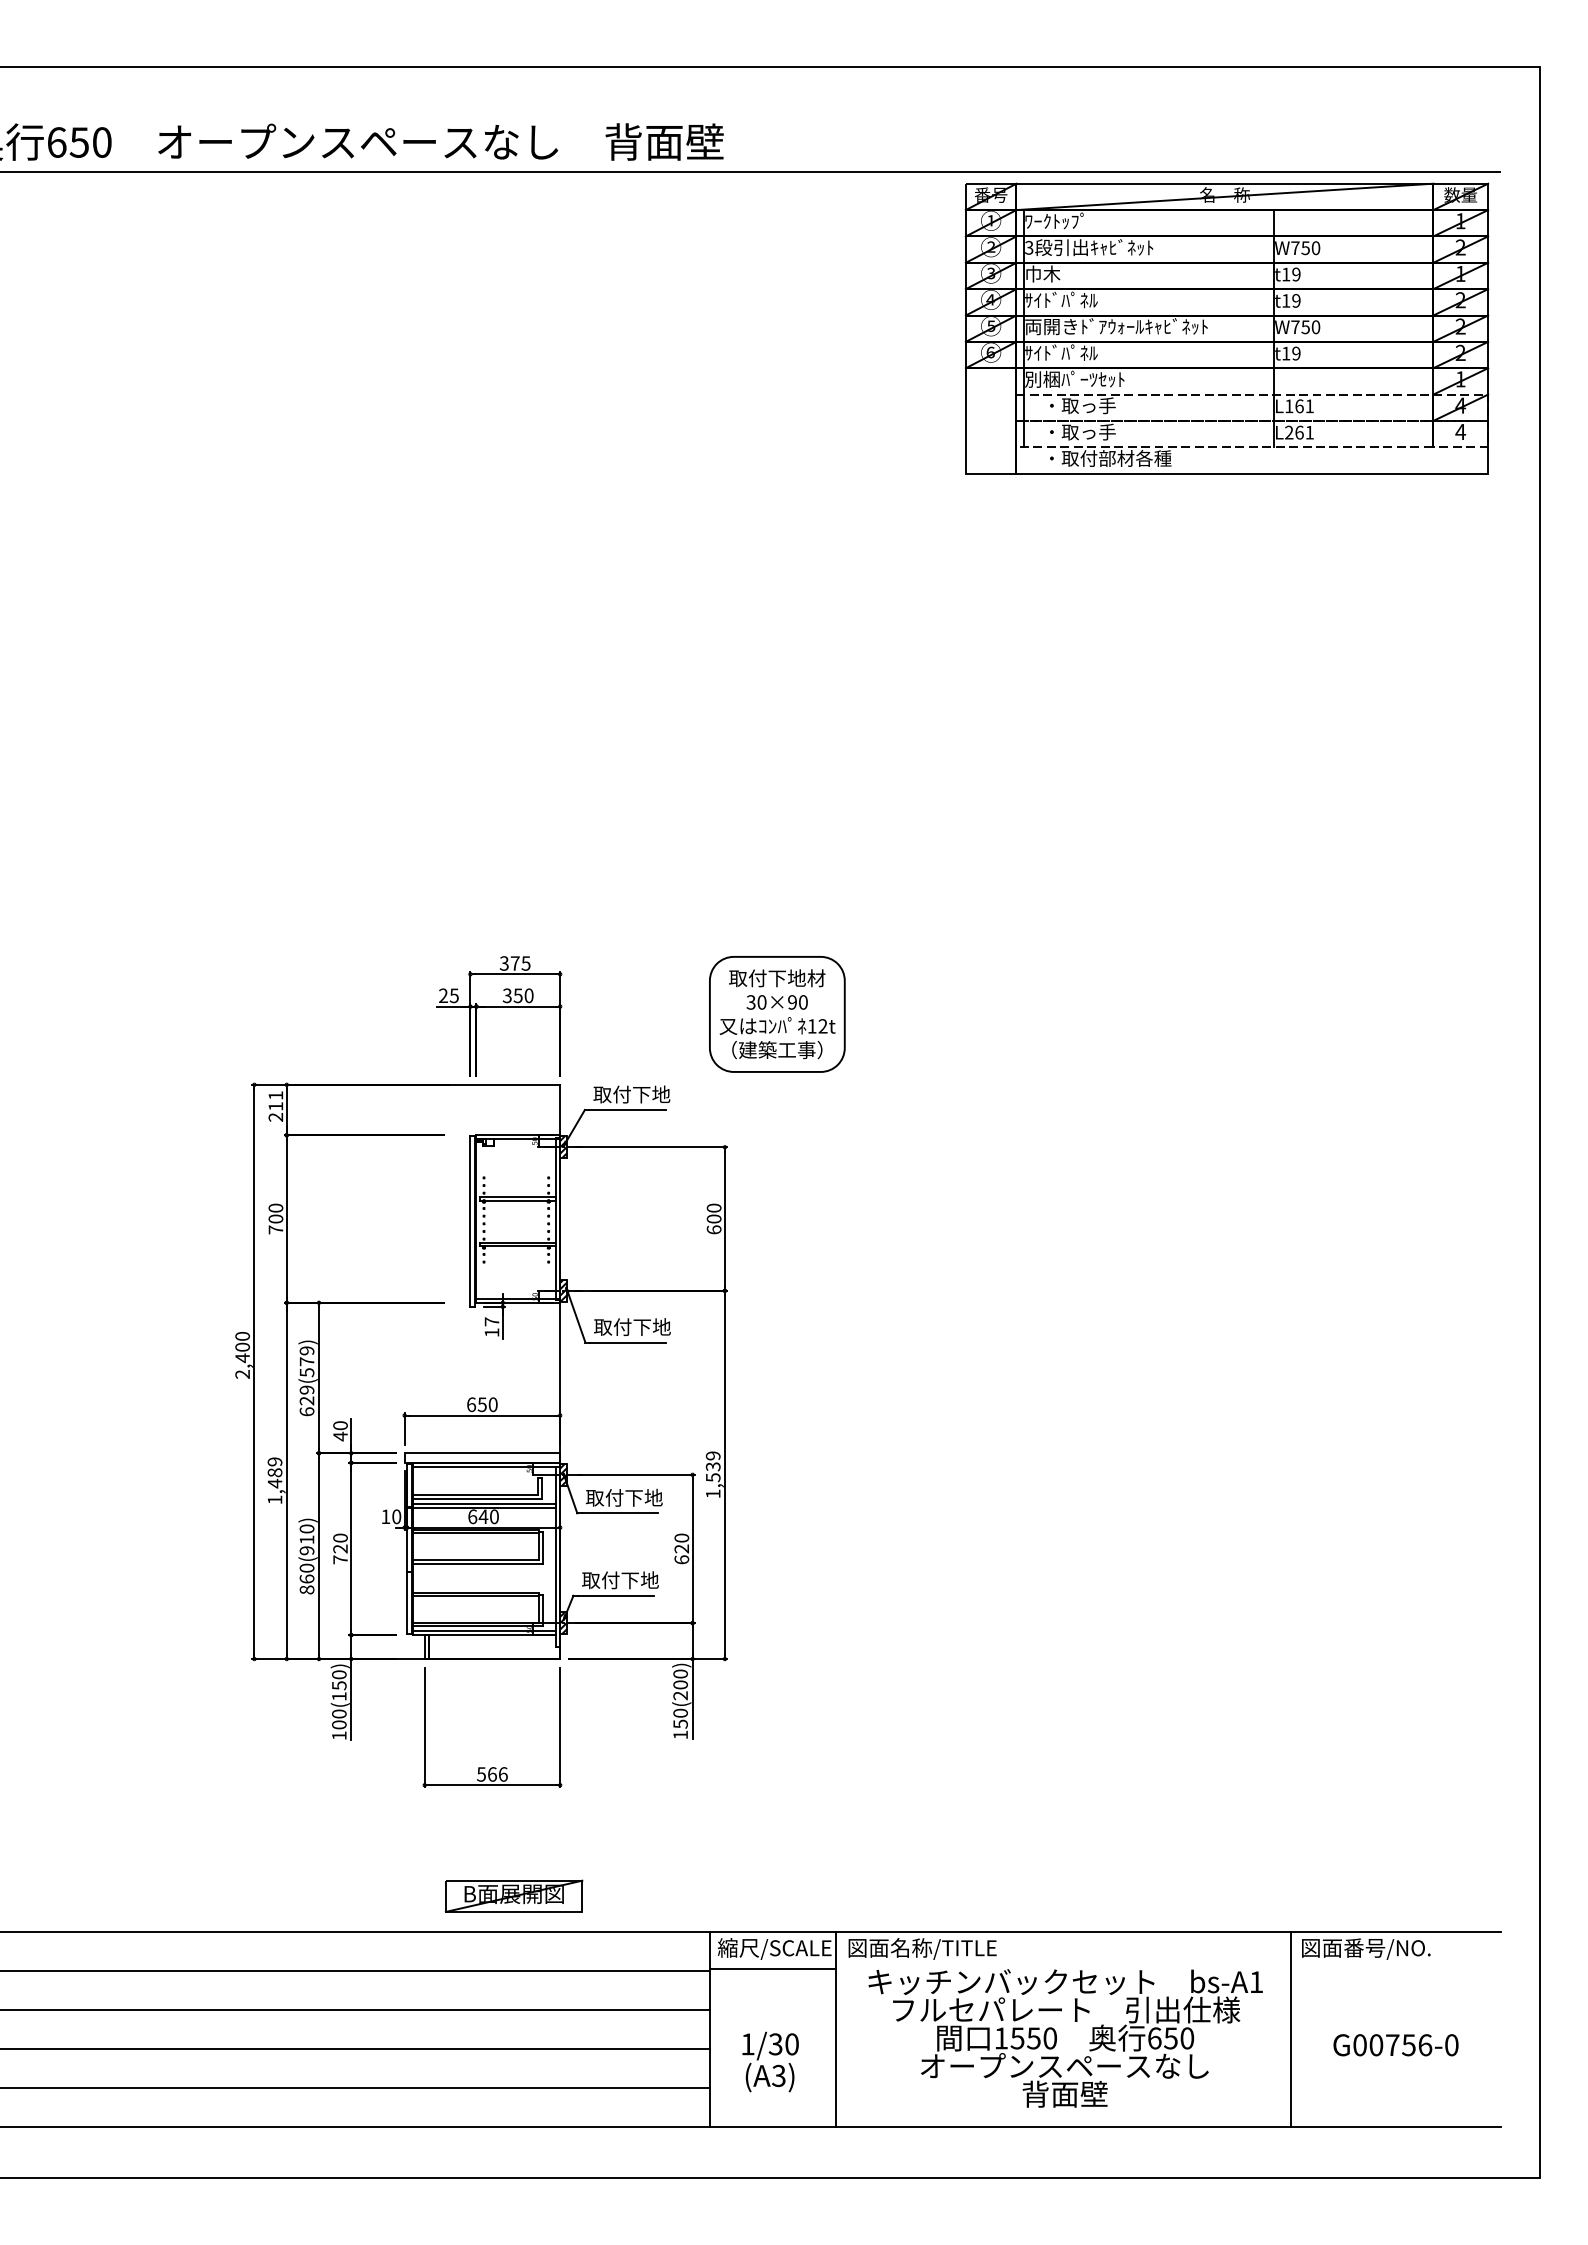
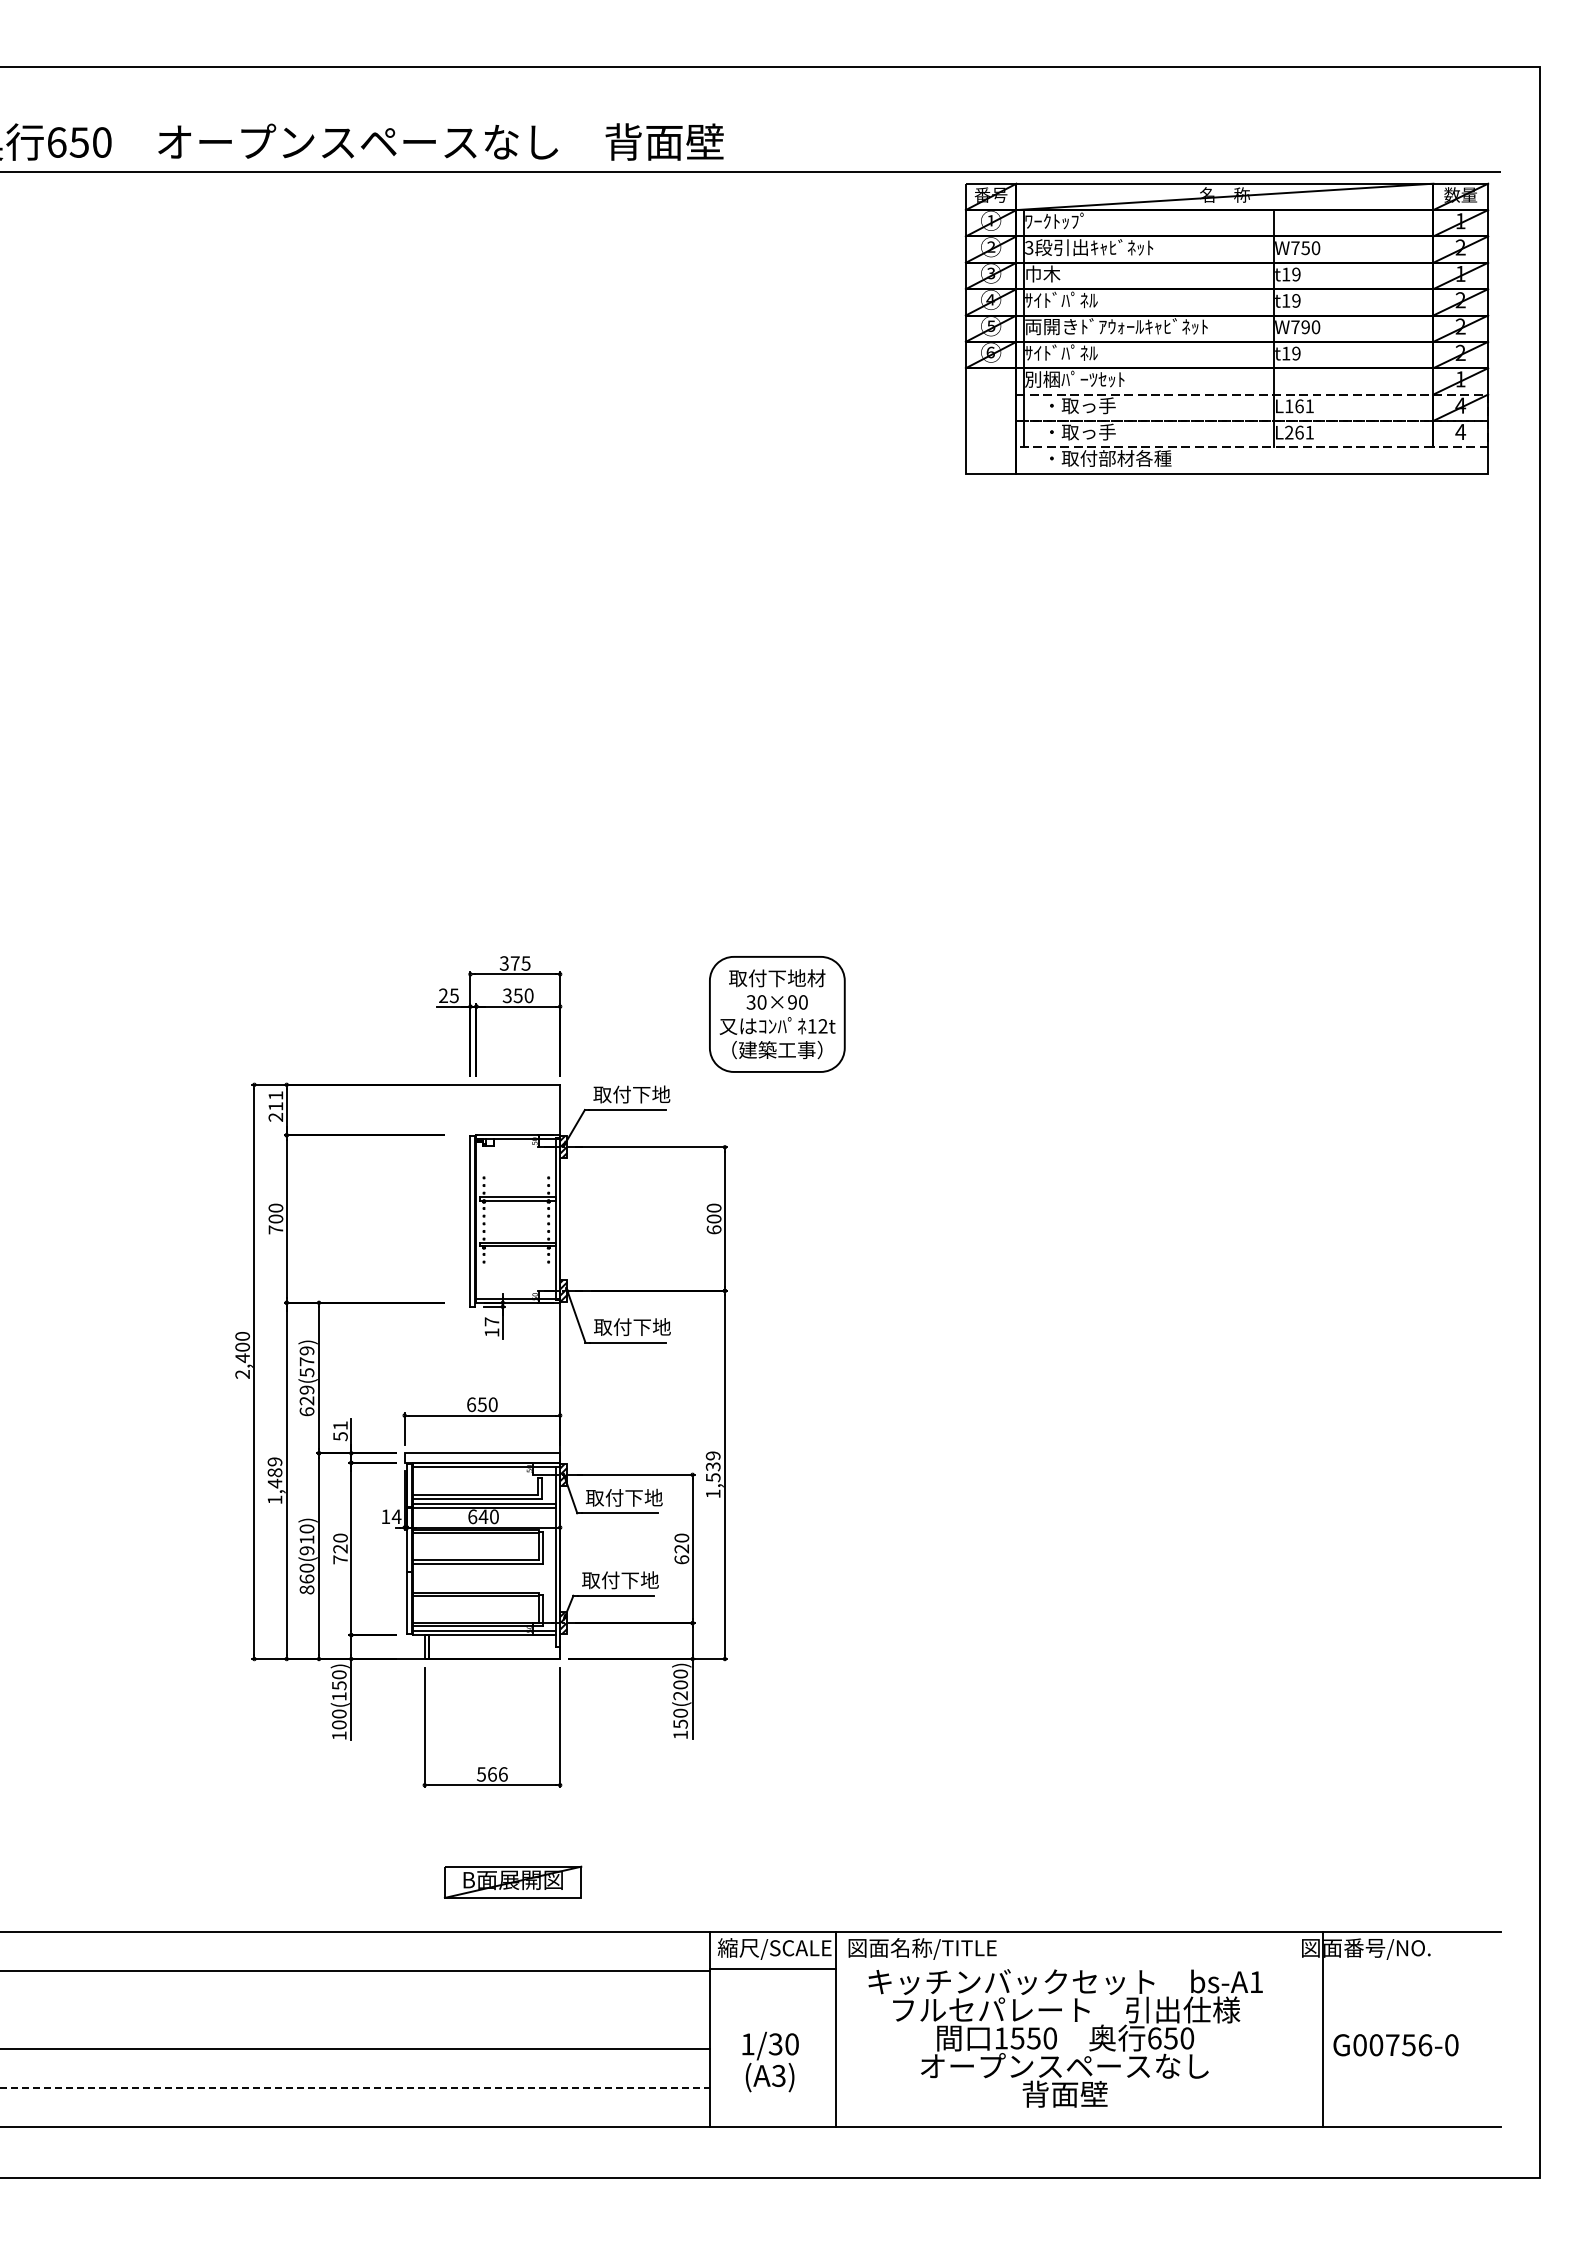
text at (1305, 327): W750 -> W790
text at (340, 1431): 40 -> 51
text at (396, 1516): 10 -> 14
part at (514, 1895) position: (514, 1895) -> (513, 1881)
line at (356, 2009): present -> none
line at (1290, 2029) position: (1290, 2029) -> (1322, 2029)
line at (355, 2088): solid -> dashed
